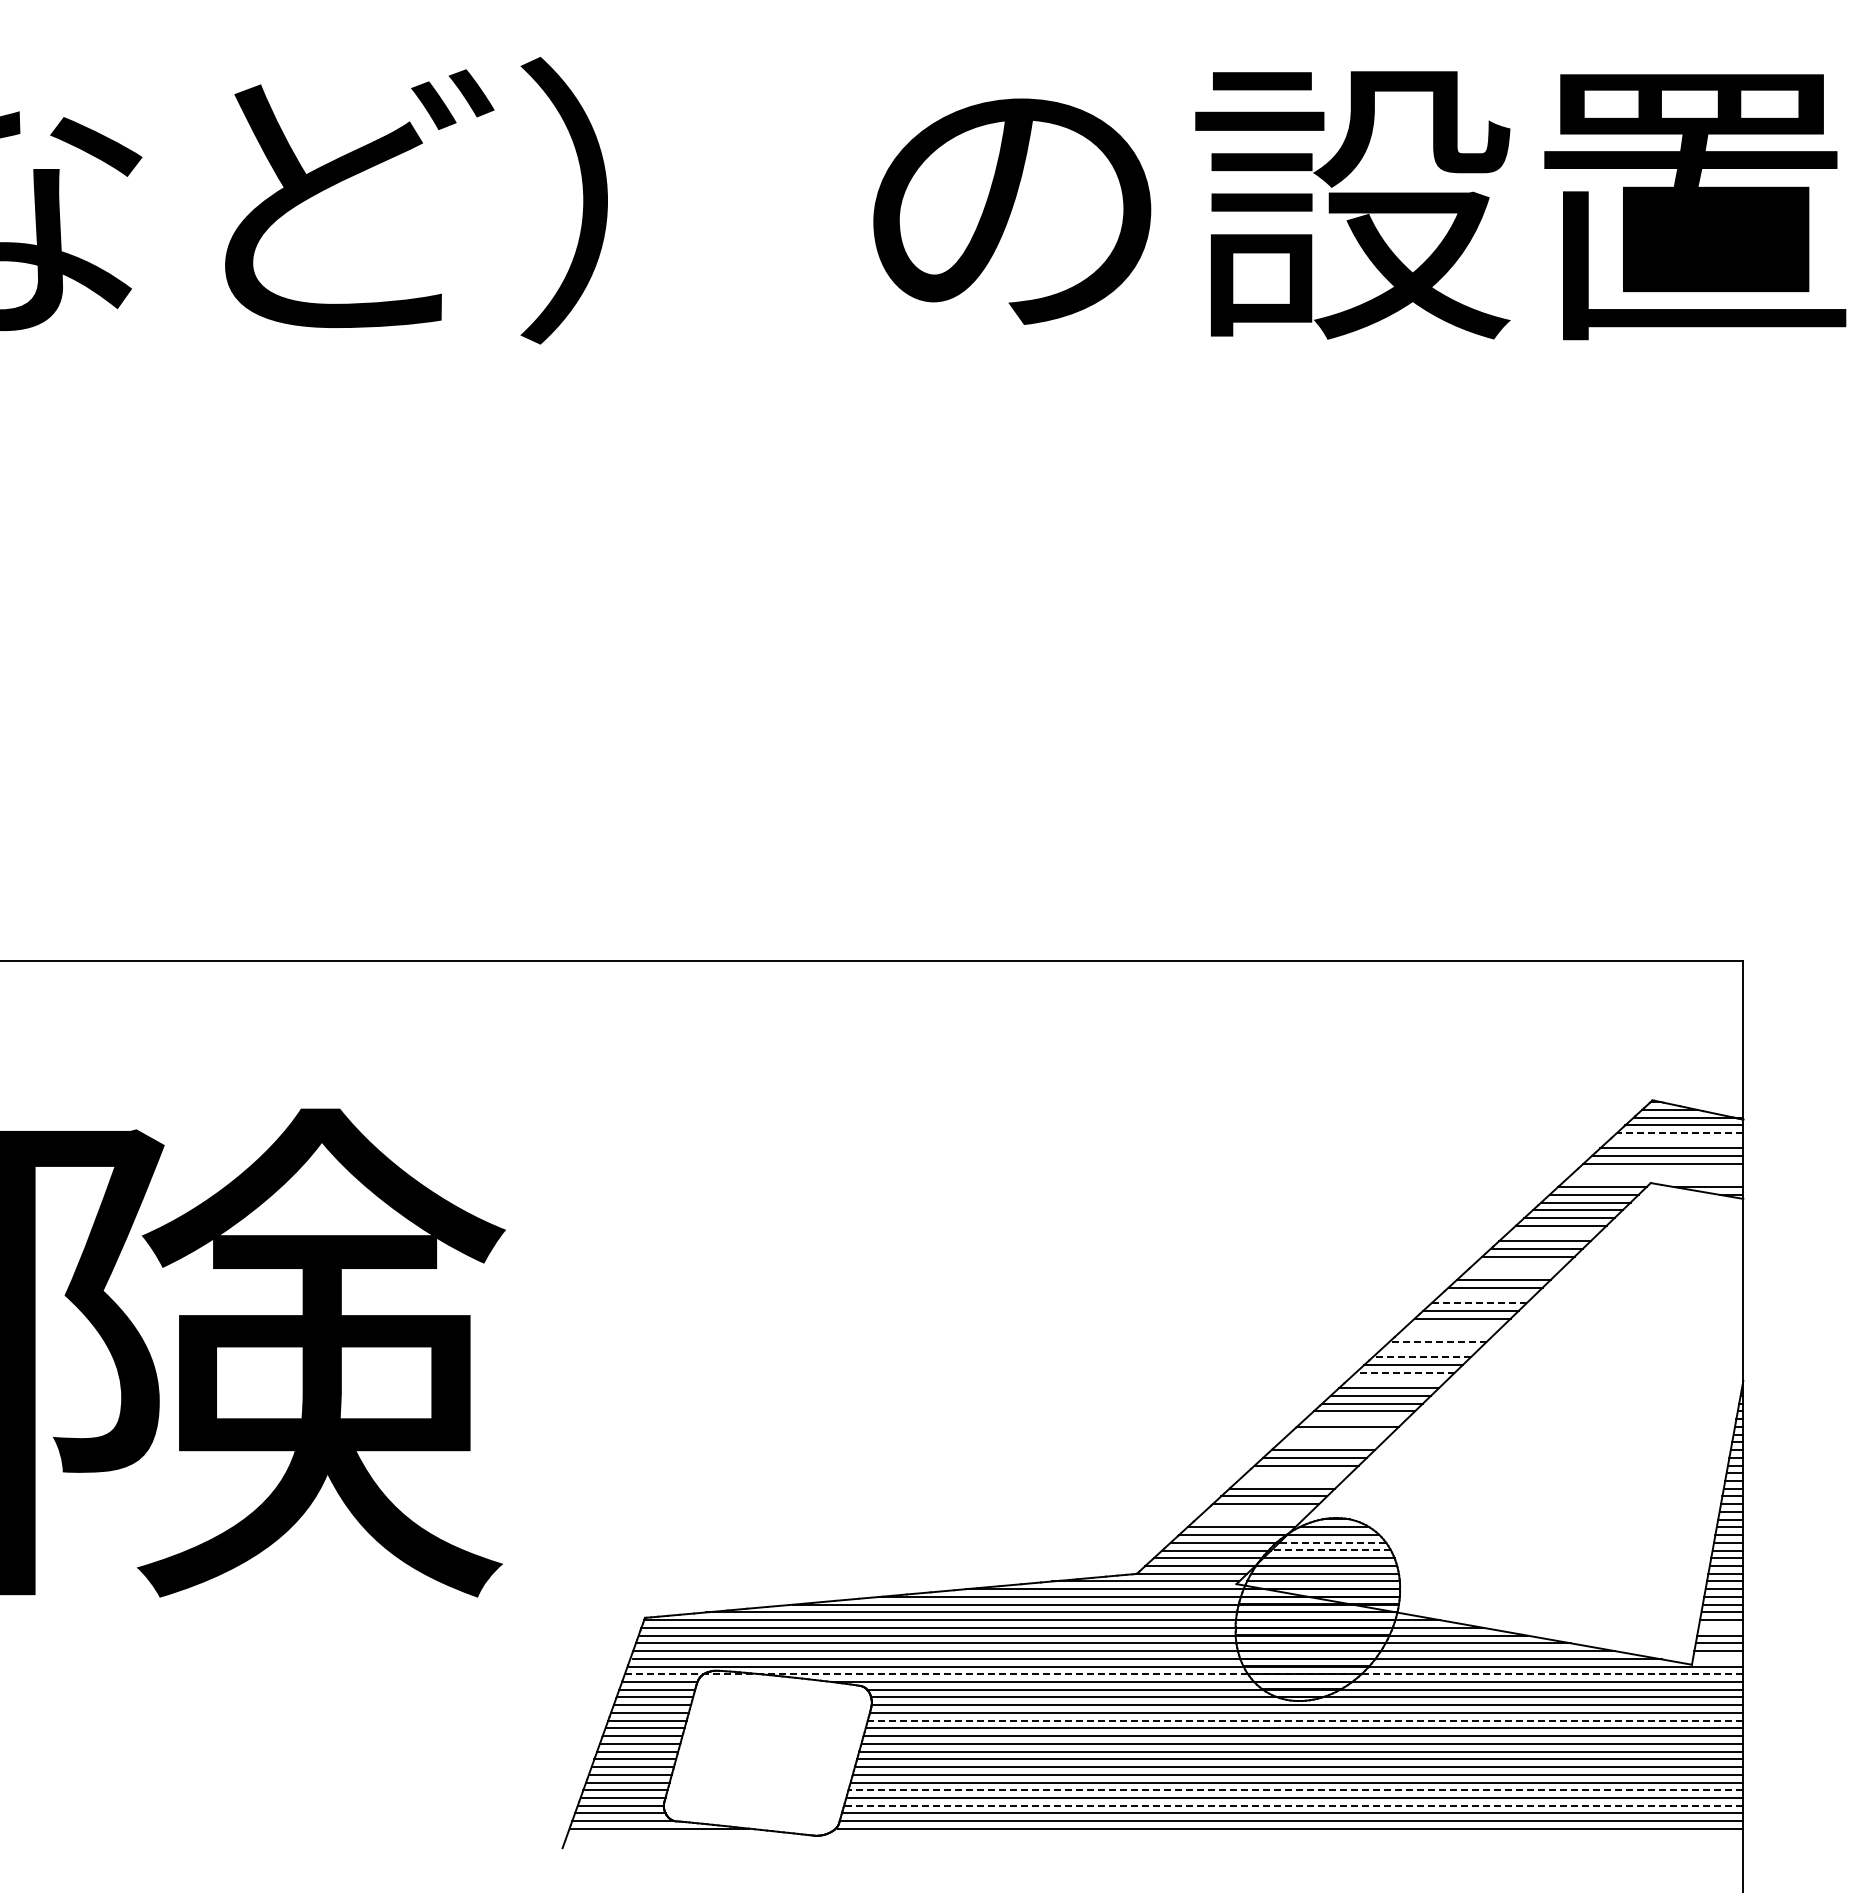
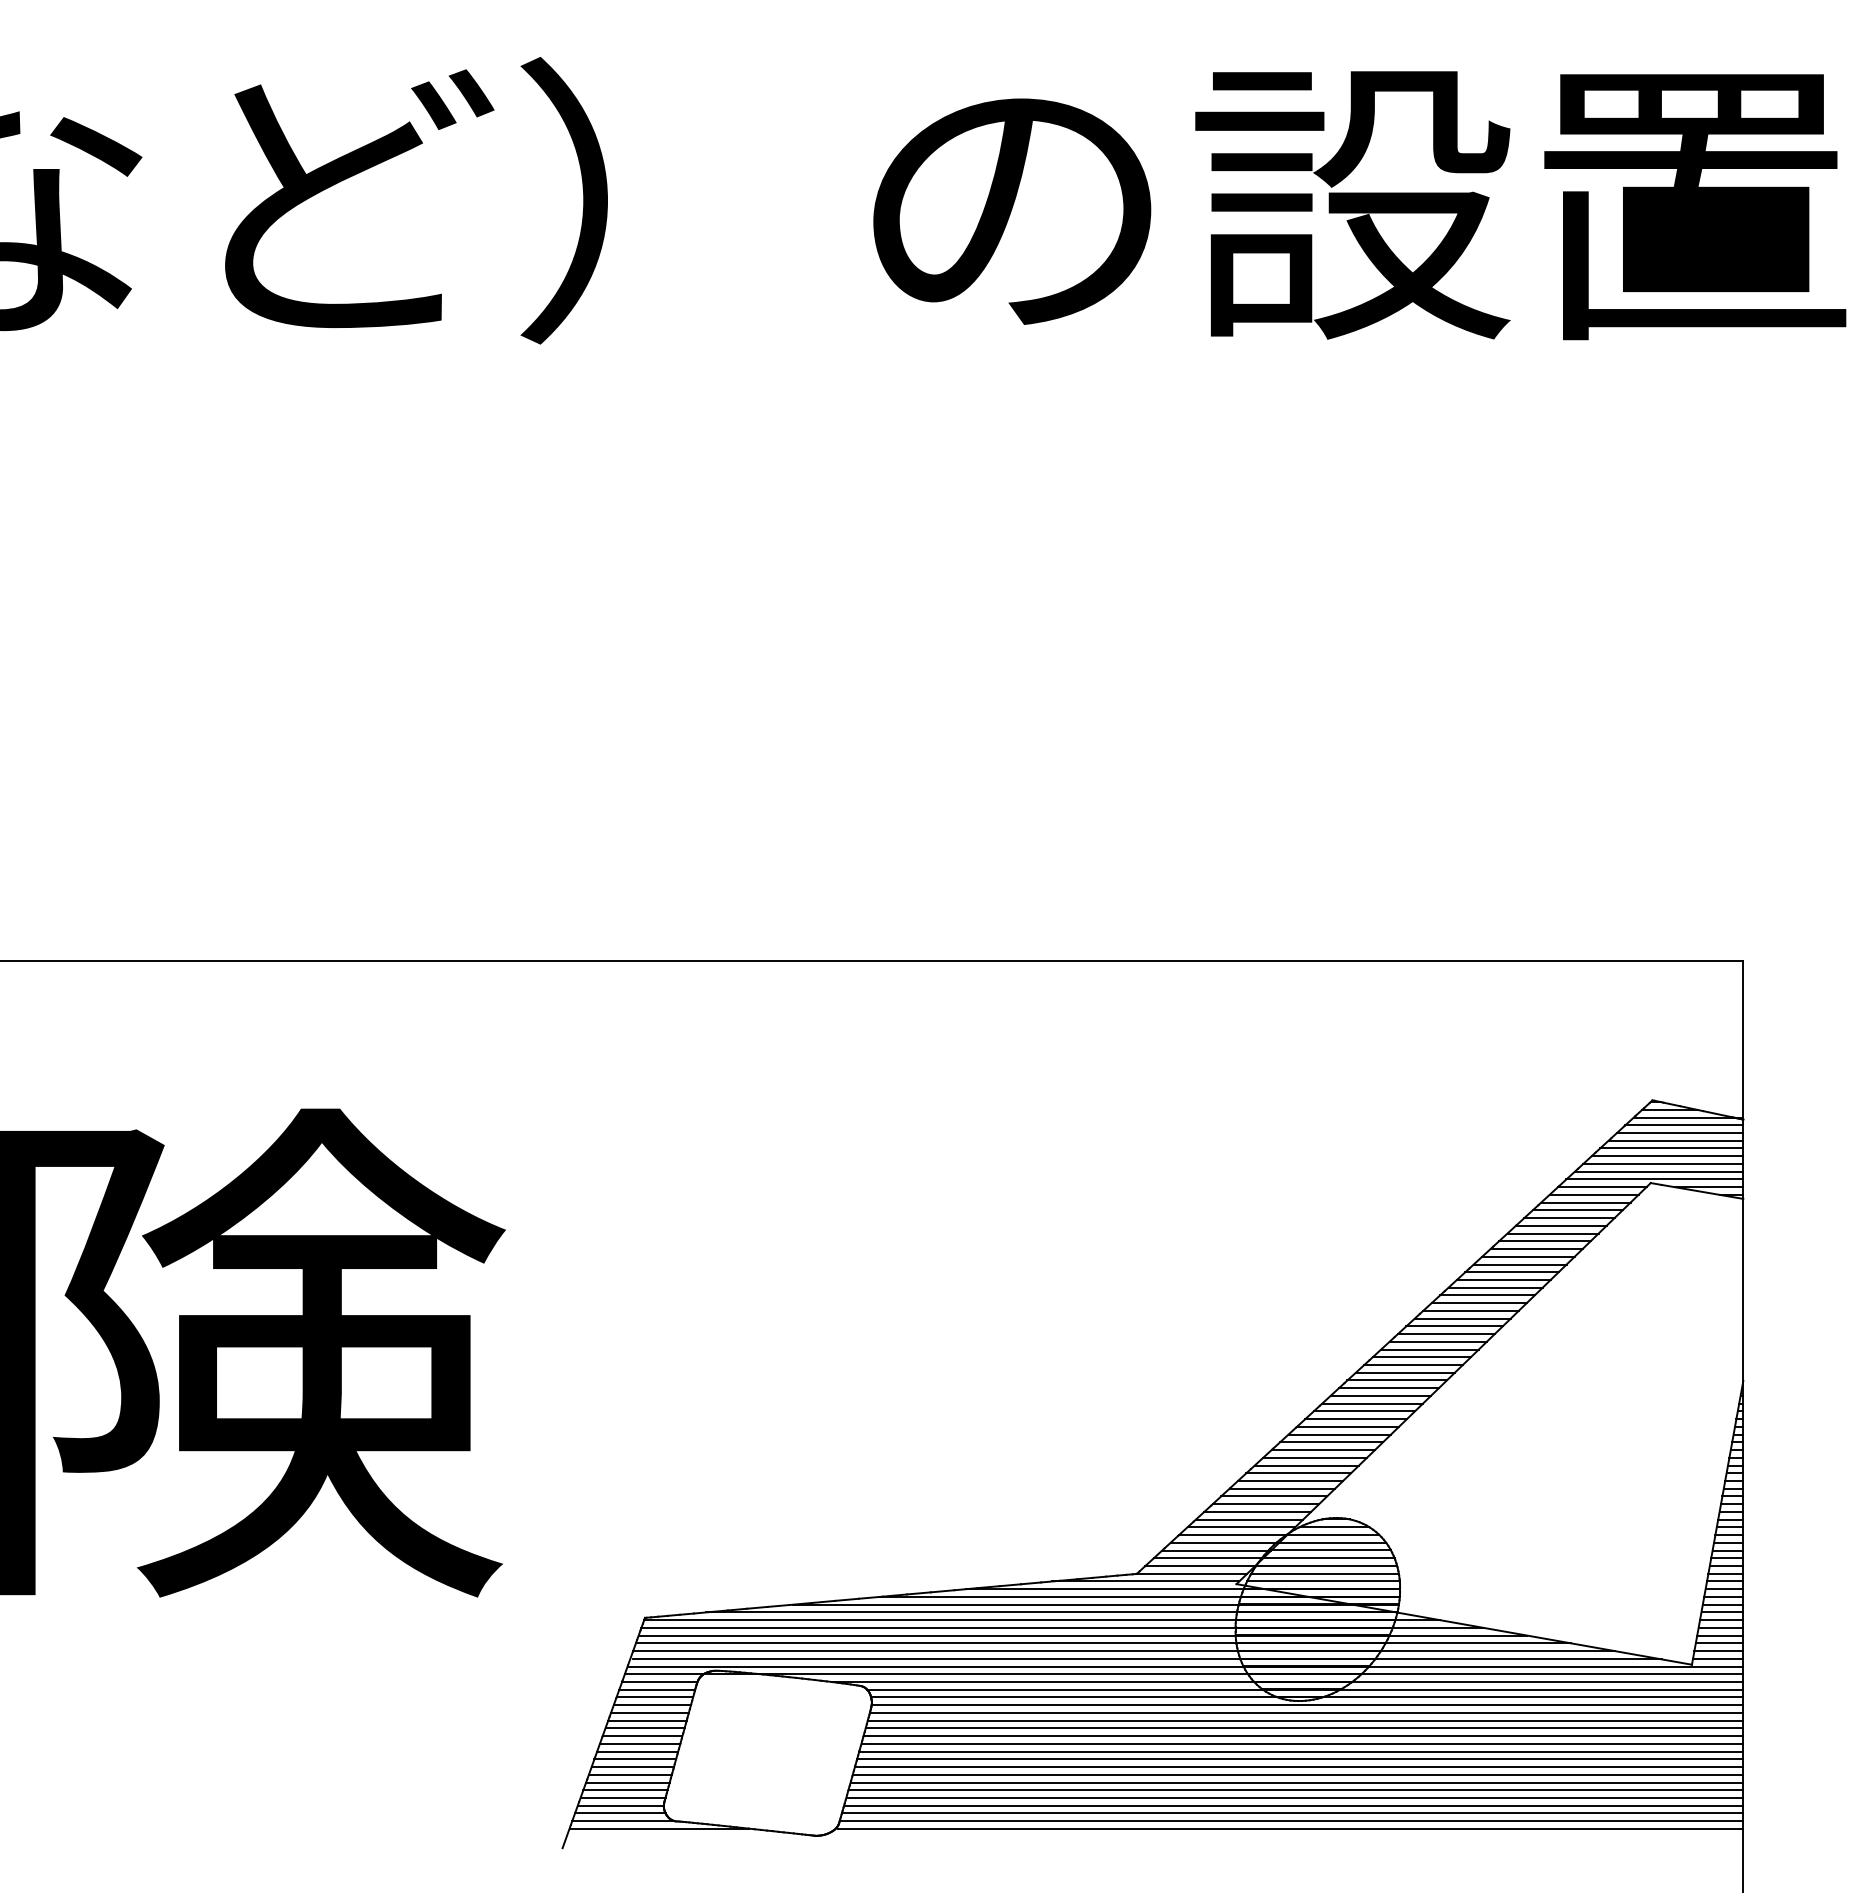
line at (1679, 1133): dashed -> solid
line at (1675, 1140): none -> present
line at (1658, 1171): none -> present
line at (1654, 1179): none -> present
line at (1552, 1233): none -> present
line at (1519, 1264): none -> present
line at (1511, 1272): none -> present
line at (1487, 1295): none -> present
line at (1479, 1303): dashed -> solid
line at (1454, 1326): none -> present
line at (1446, 1334): none -> present
line at (1438, 1341): dashed -> solid
line at (1429, 1349): none -> present
line at (1421, 1357): dashed -> solid
line at (1404, 1372): dashed -> solid
line at (1396, 1380): none -> present
line at (1355, 1419): none -> present
line at (1339, 1434): none -> present
line at (1331, 1442): none -> present
line at (1298, 1473): none -> present
line at (1290, 1480): none -> present
line at (1257, 1511): none -> present
line at (1249, 1519): none -> present
line at (1331, 1542): dashed -> solid
line at (1329, 1550): dashed -> solid
line at (1720, 1627): none -> present
line at (1718, 1658): none -> present
line at (1183, 1674): dashed -> solid
line at (1305, 1720): dashed -> solid
line at (1295, 1790): dashed -> solid
line at (1293, 1805): dashed -> solid
